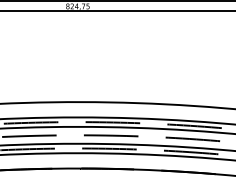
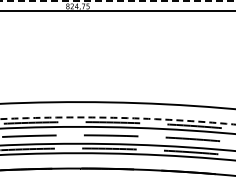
line at (118, 0): solid -> dashed
arc at (117, 117): solid -> dashed
